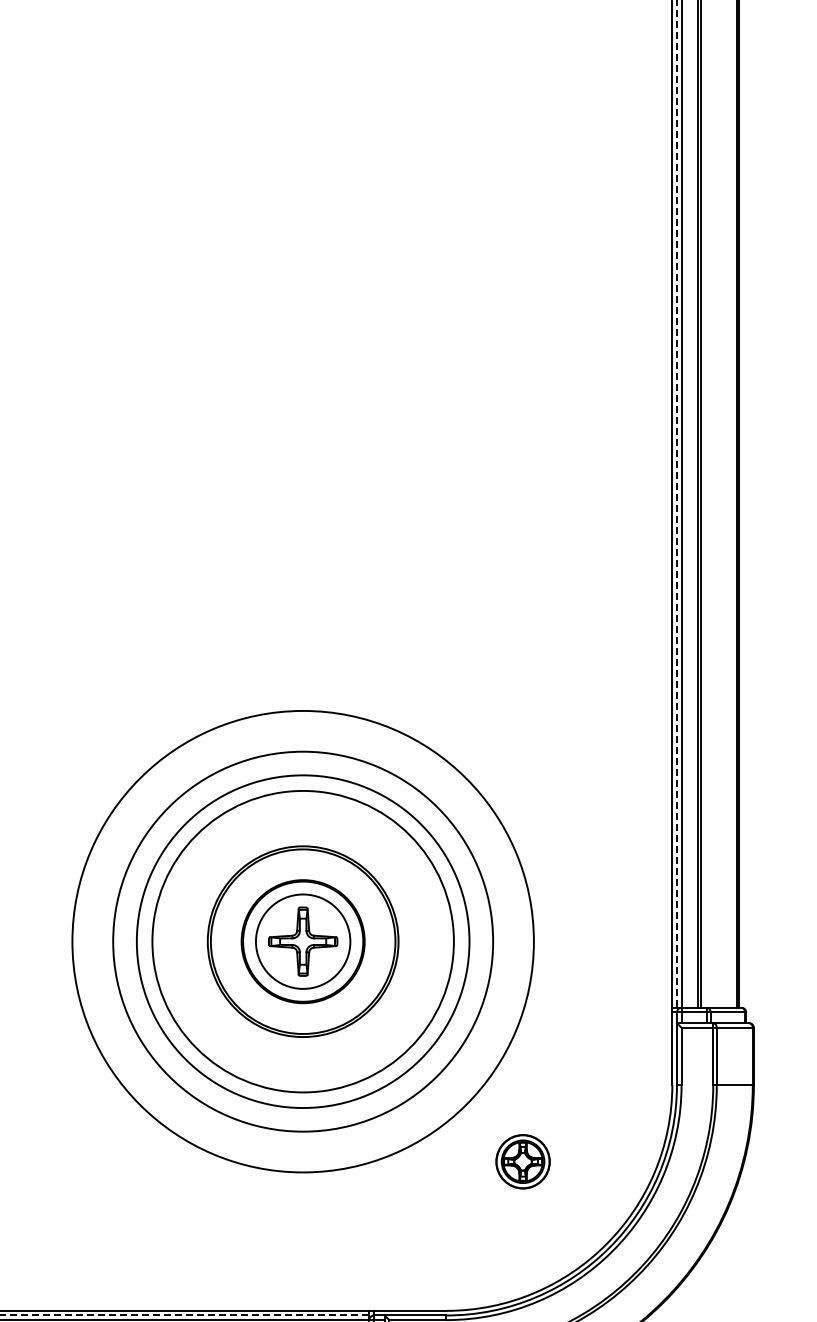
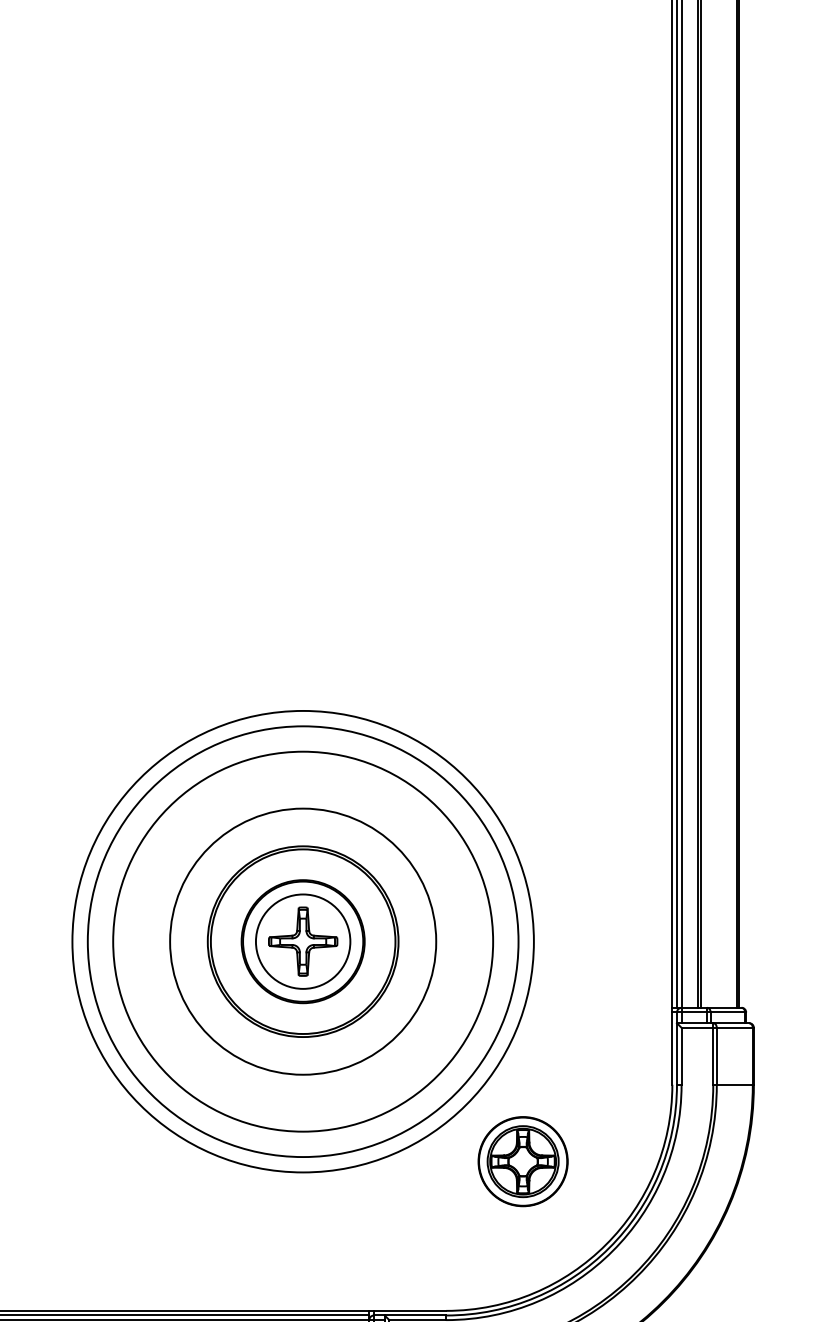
line at (676, 504): dashed -> solid
circle at (302, 941) diameter: 302 px -> 431 px
circle at (302, 941) diameter: 333 px -> 266 px
part at (522, 1161) size: 56x56 px -> 92x92 px
line at (184, 1315): dashed -> solid
